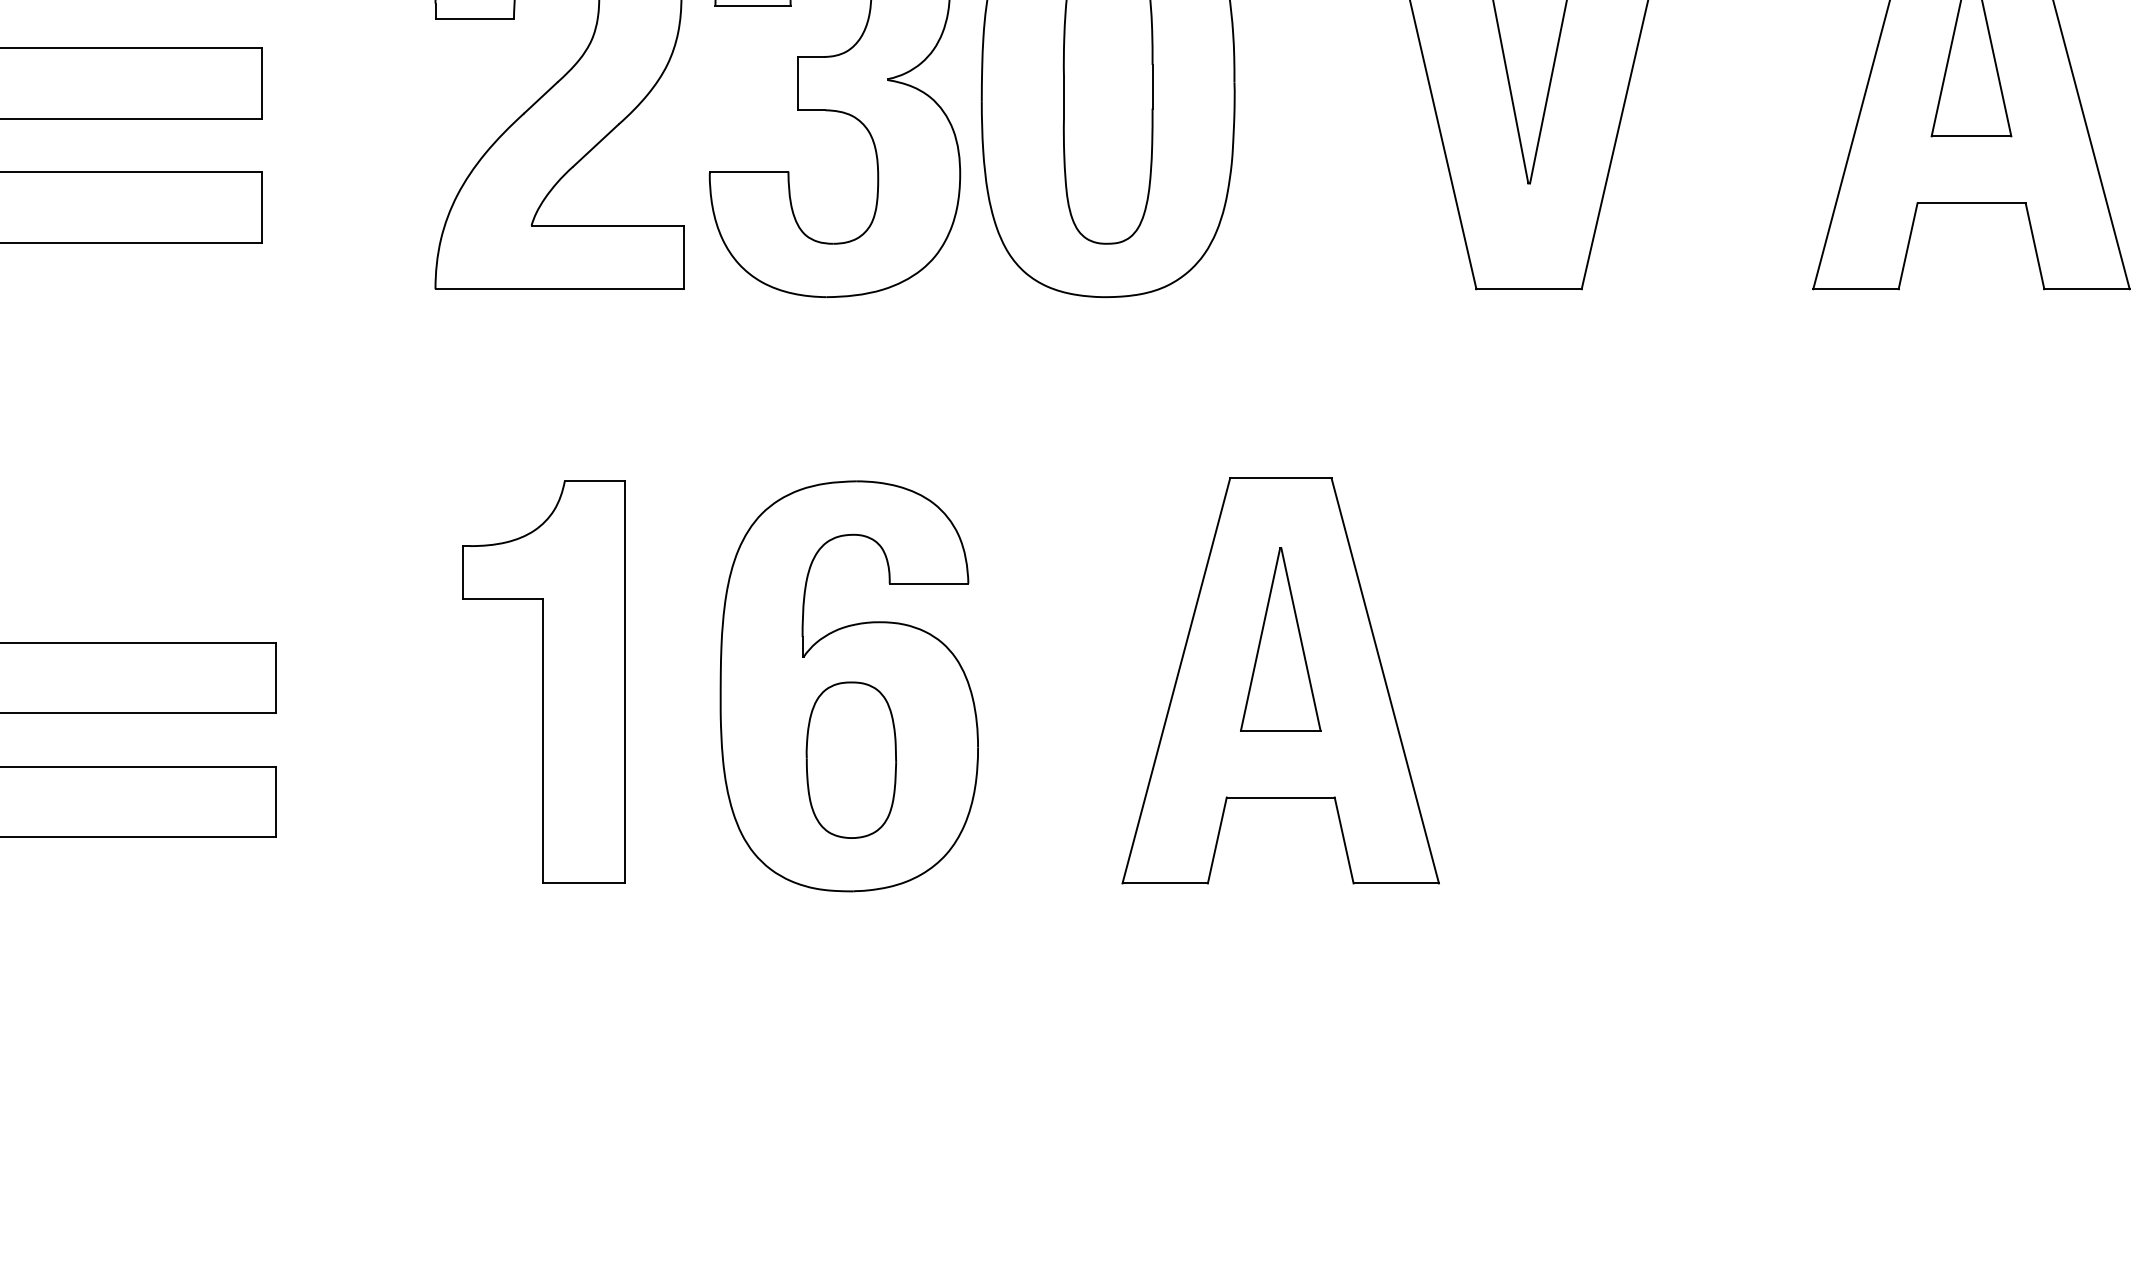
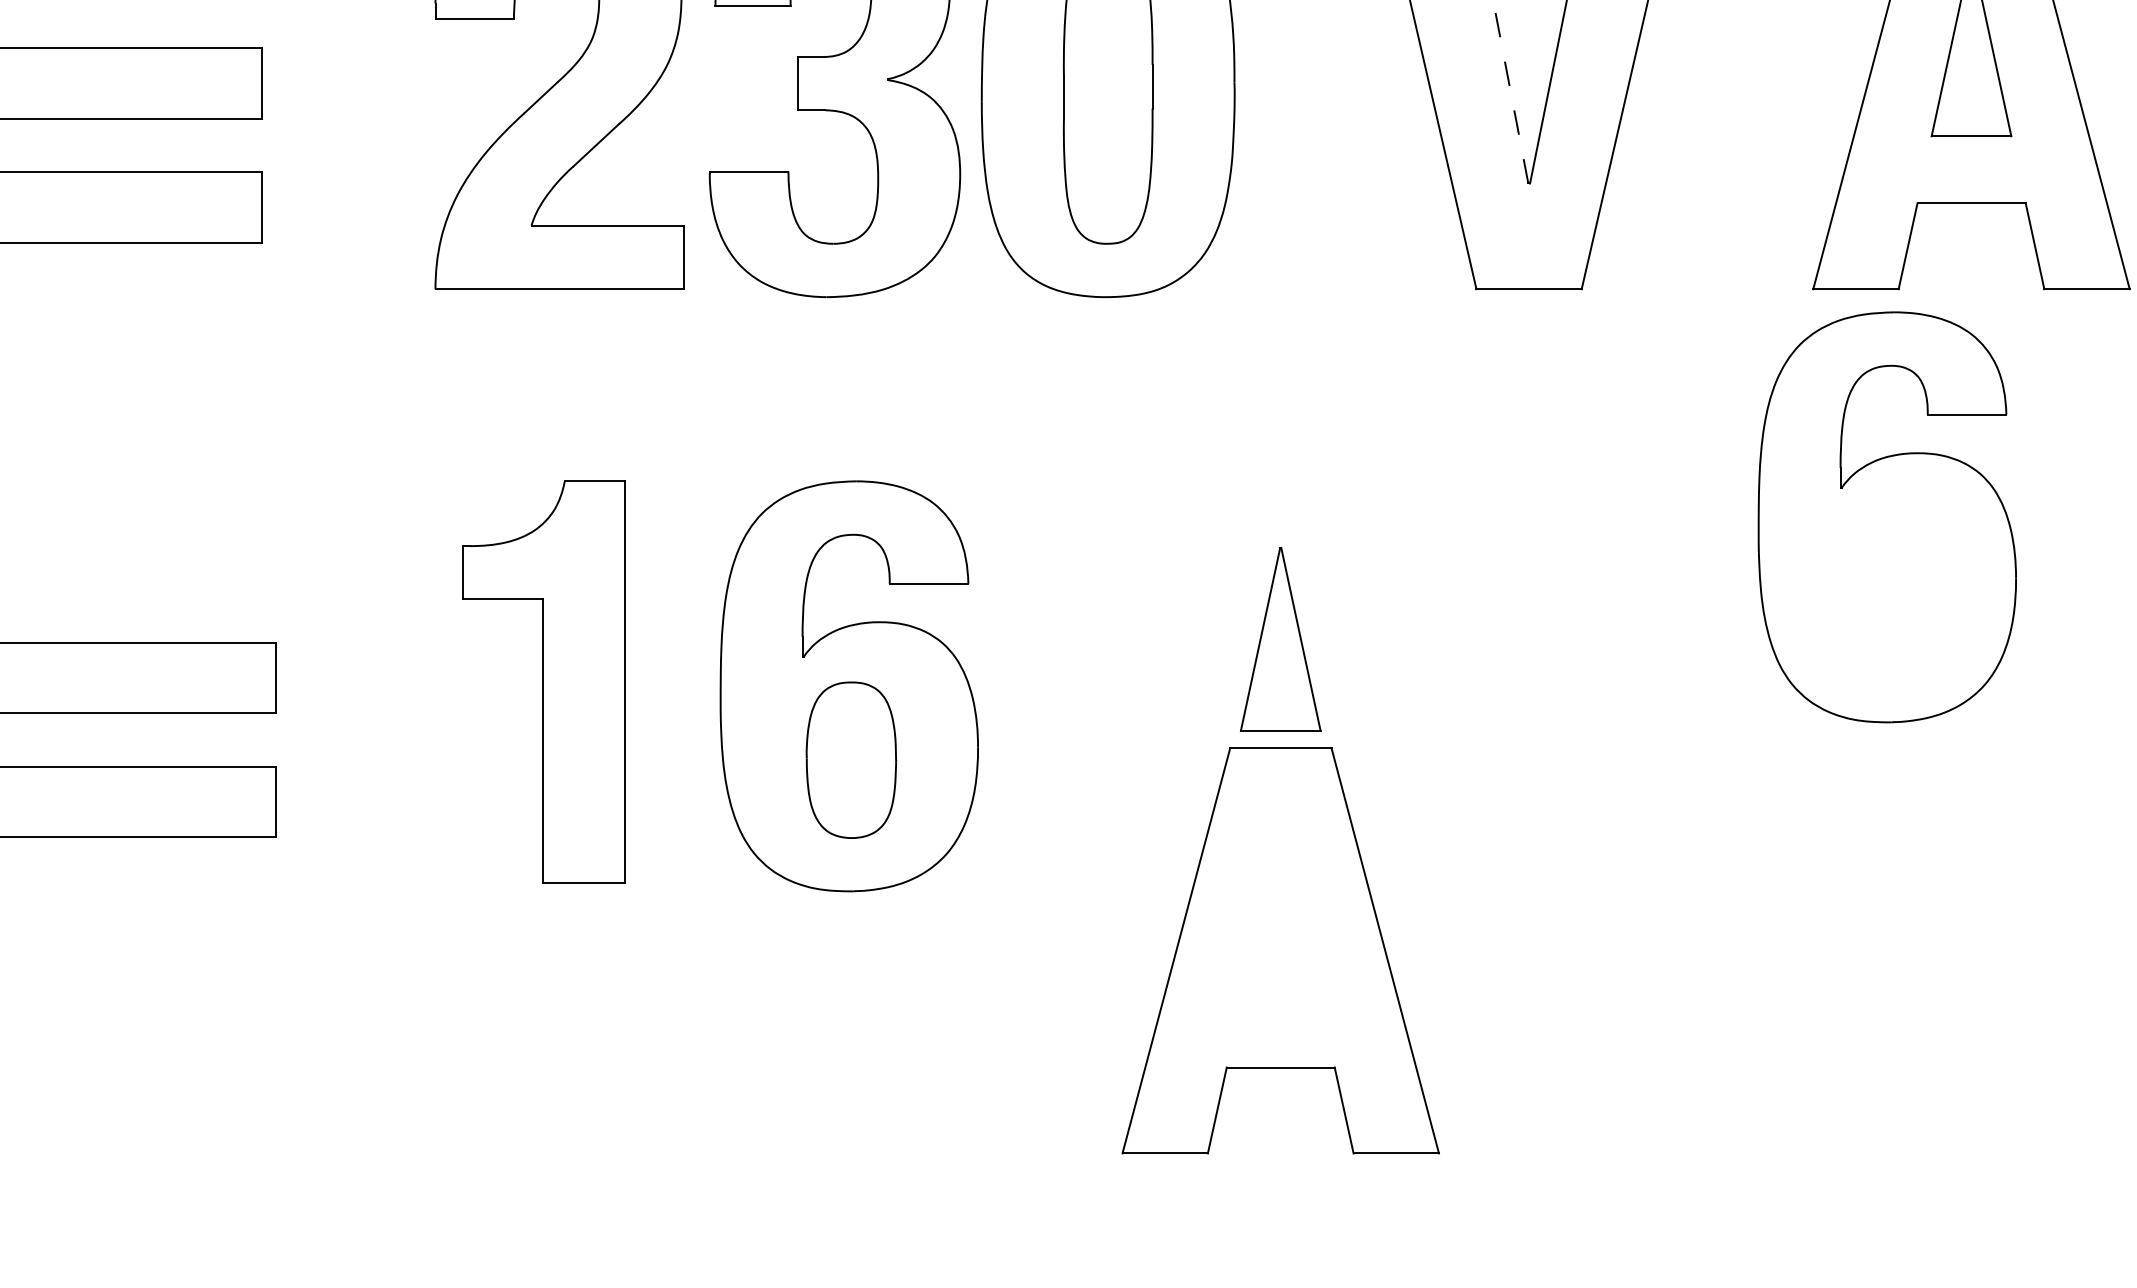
line at (1510, 91): solid -> dashed
part at (1886, 517): none -> present
part at (1280, 680) position: (1280, 680) -> (1280, 950)
